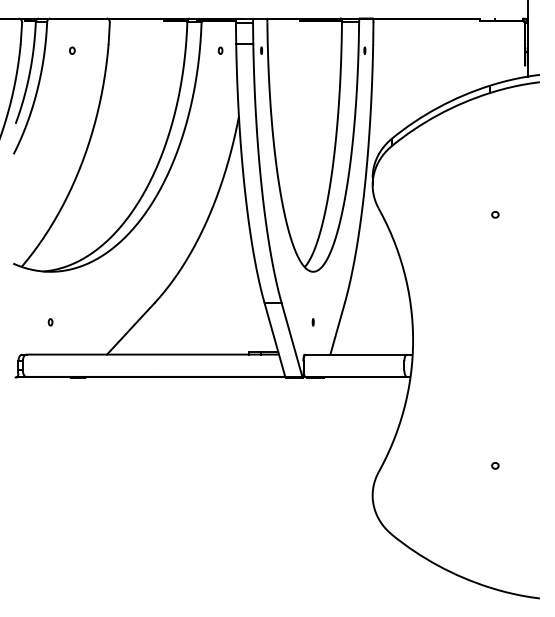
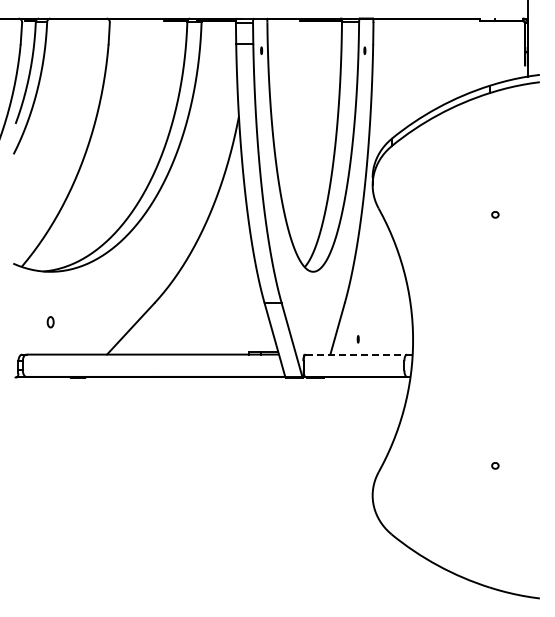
part at (72, 50): present -> none
part at (220, 50): present -> none
part at (50, 322) size: 7x9 px -> 9x13 px
part at (312, 322) position: (312, 322) -> (357, 339)
line at (356, 354): solid -> dashed
